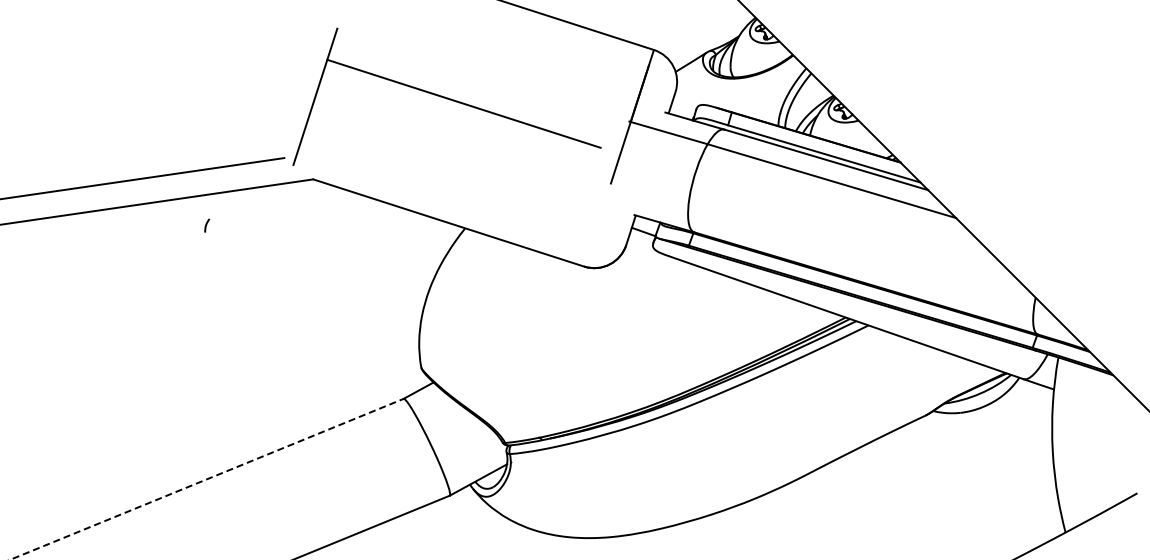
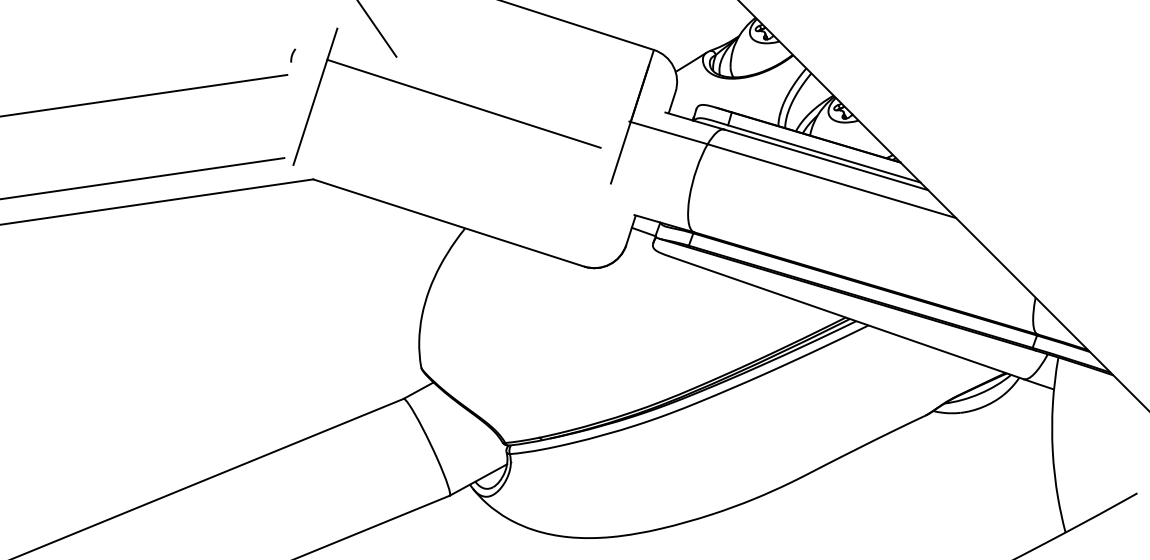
line at (377, 29): none -> present
line at (144, 95): none -> present
curve at (207, 224) position: (207, 224) -> (293, 54)
line at (207, 479): dashed -> solid
